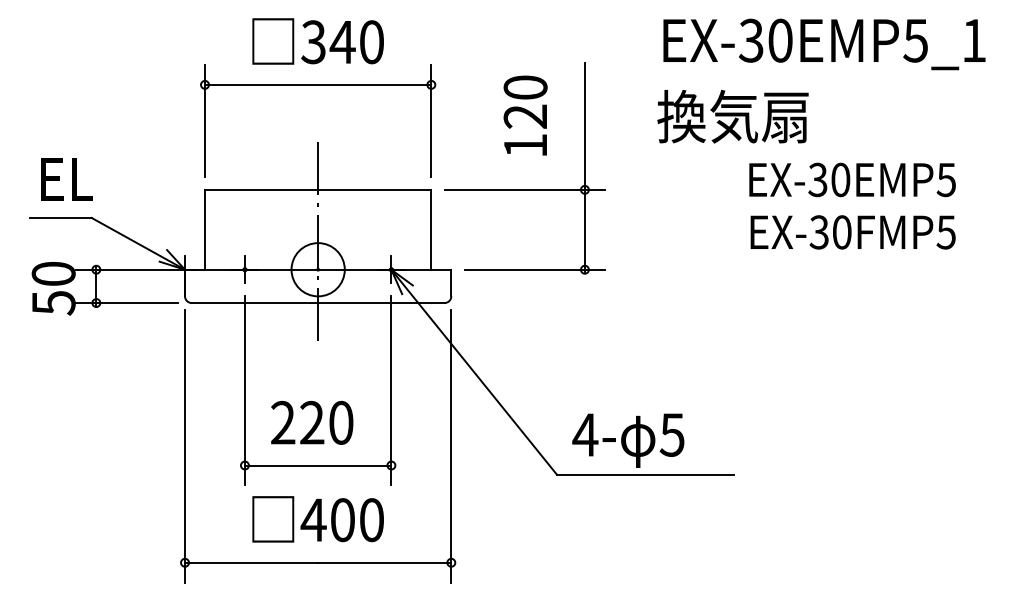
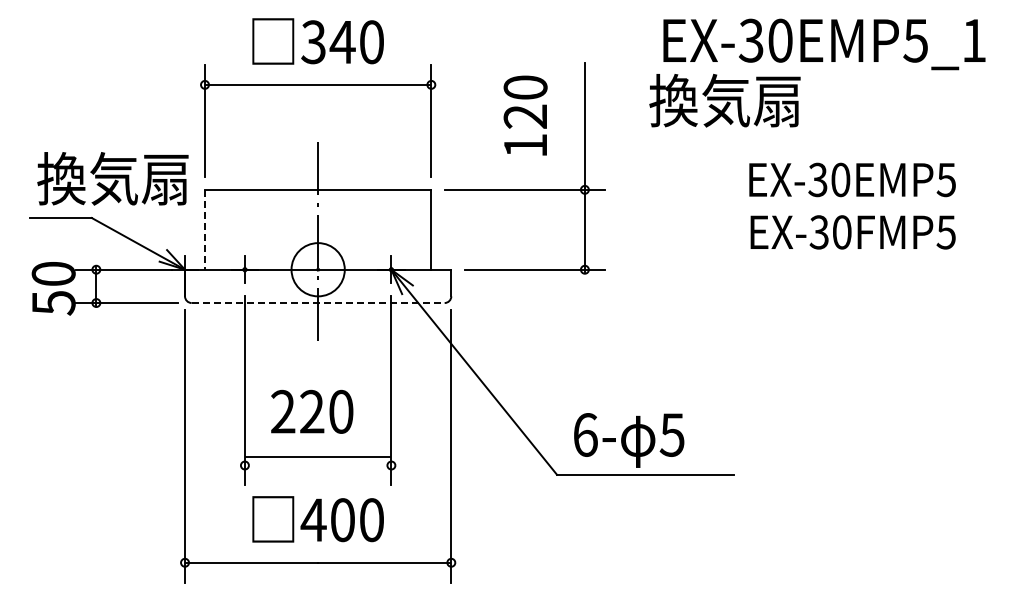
text at (732, 116) position: (732, 116) -> (724, 100)
text at (112, 178): EL -> 換気扇
line at (205, 229): solid -> dashed
line at (318, 303): solid -> dashed
text at (312, 422) position: (312, 422) -> (312, 411)
text at (585, 434): 4- -> 6-
line at (318, 465) position: (318, 465) -> (318, 456)
